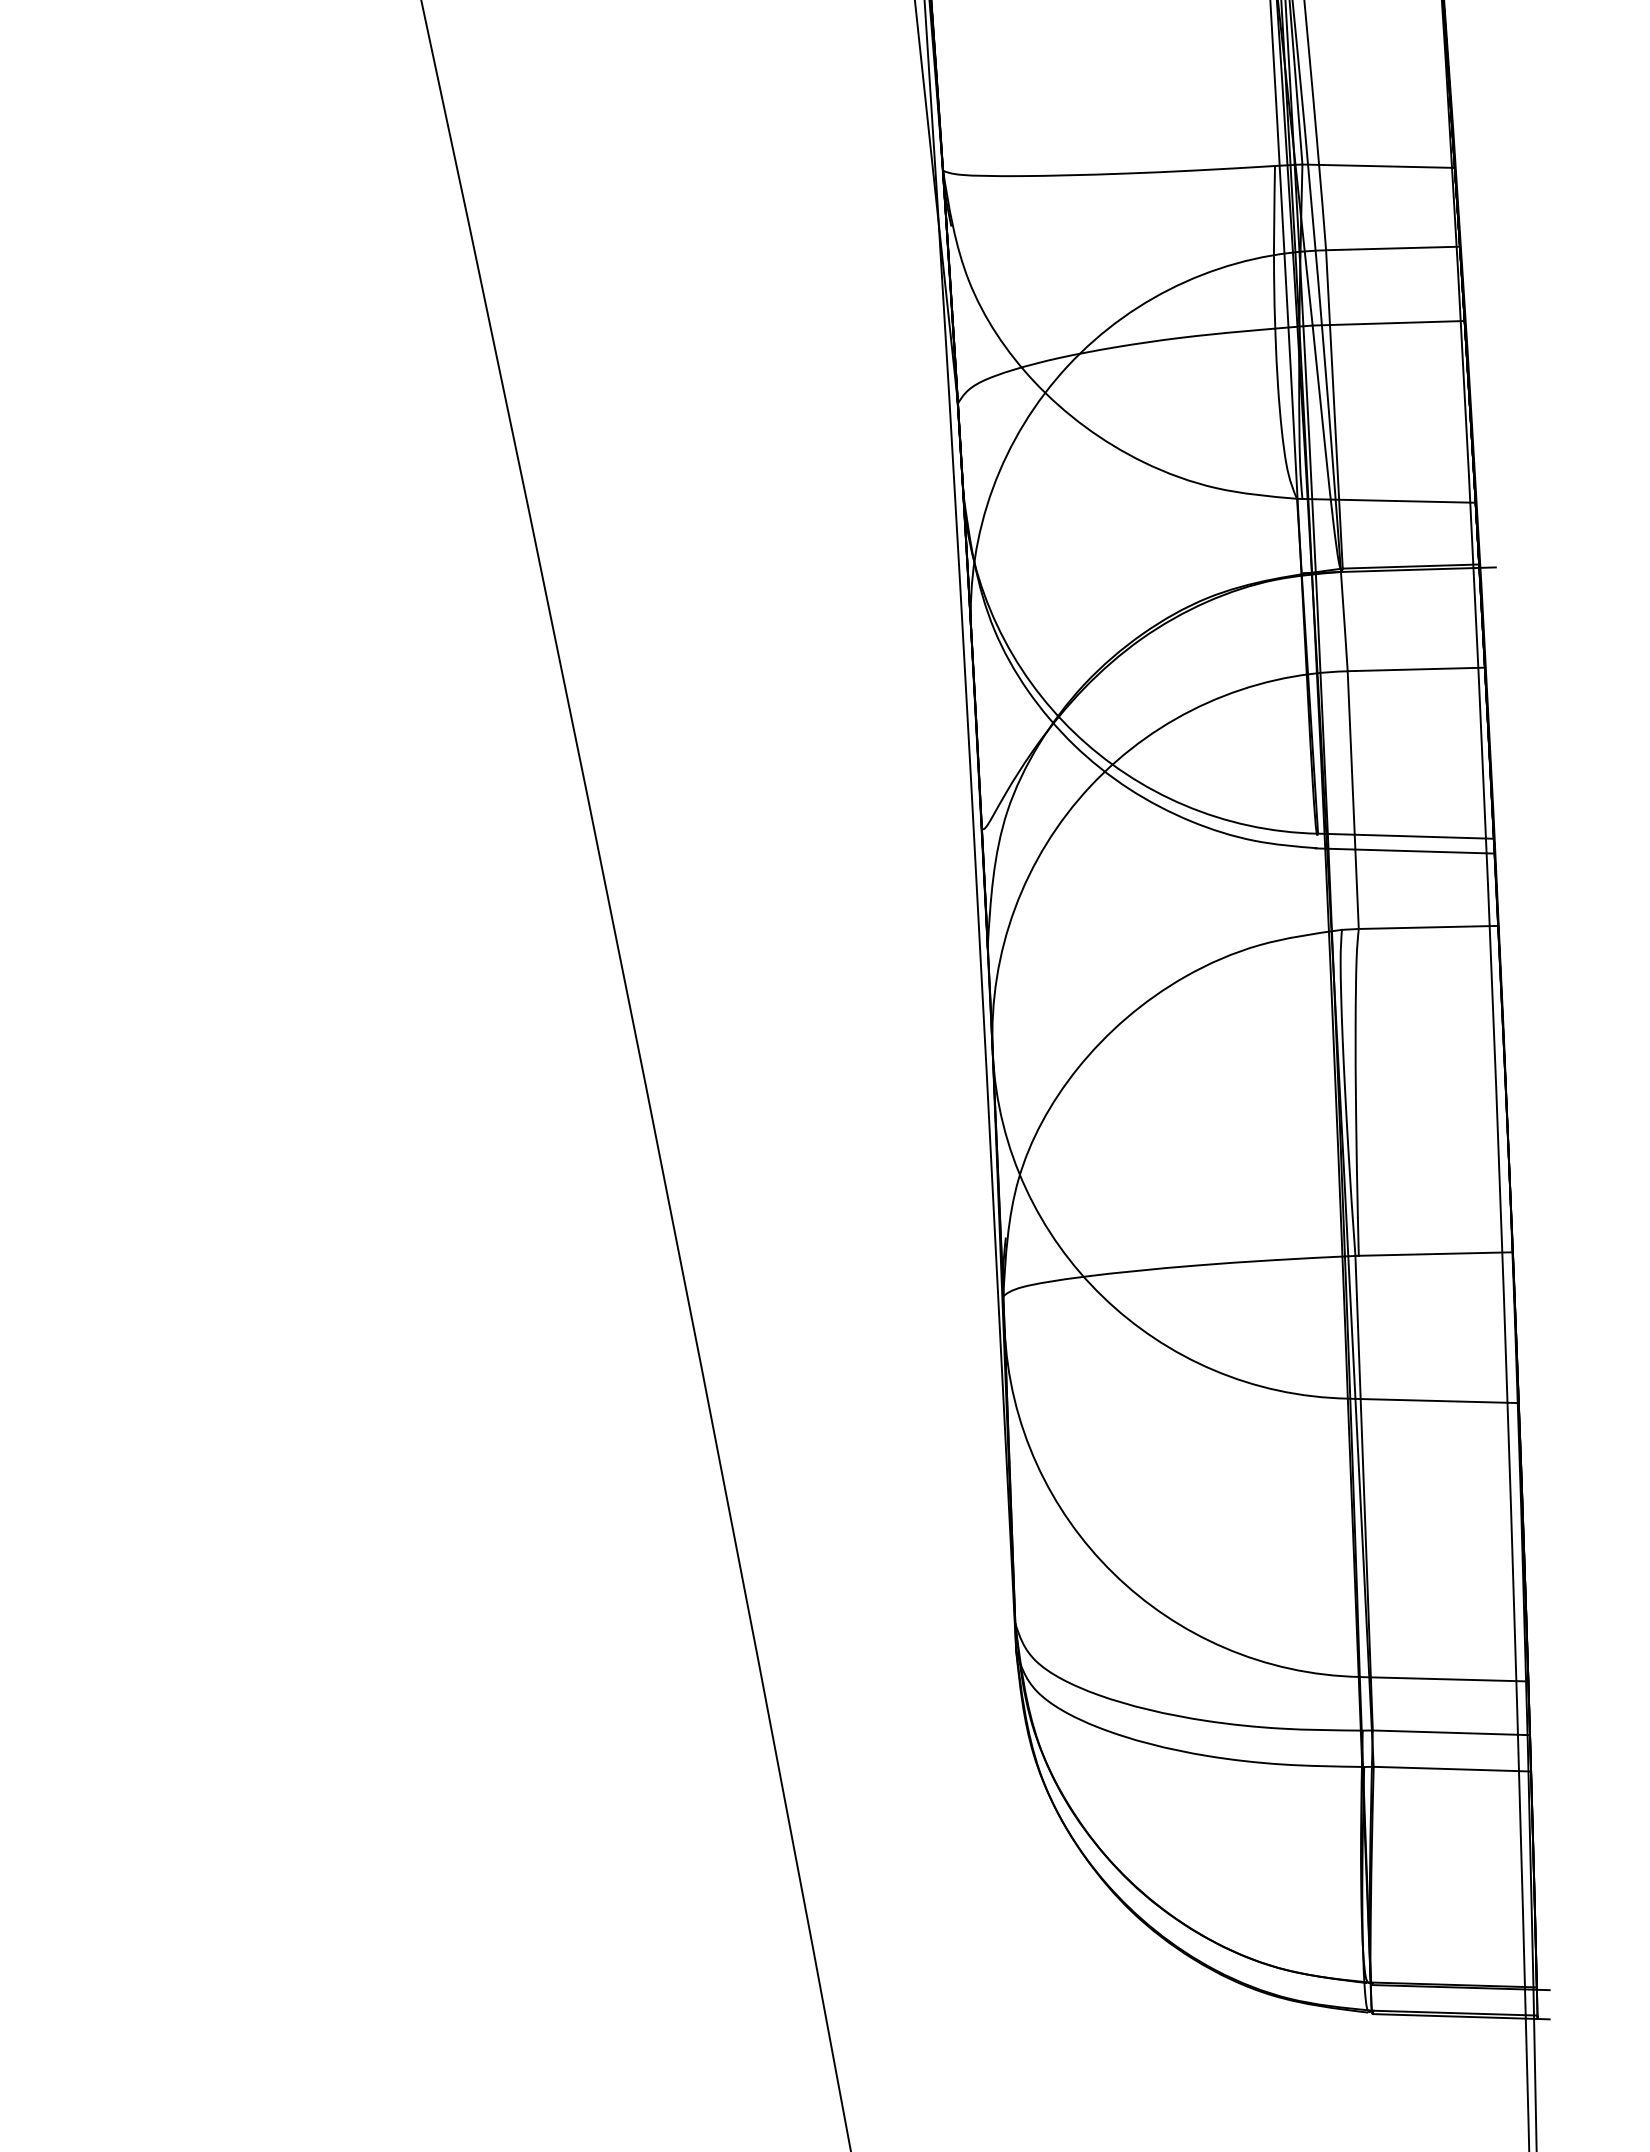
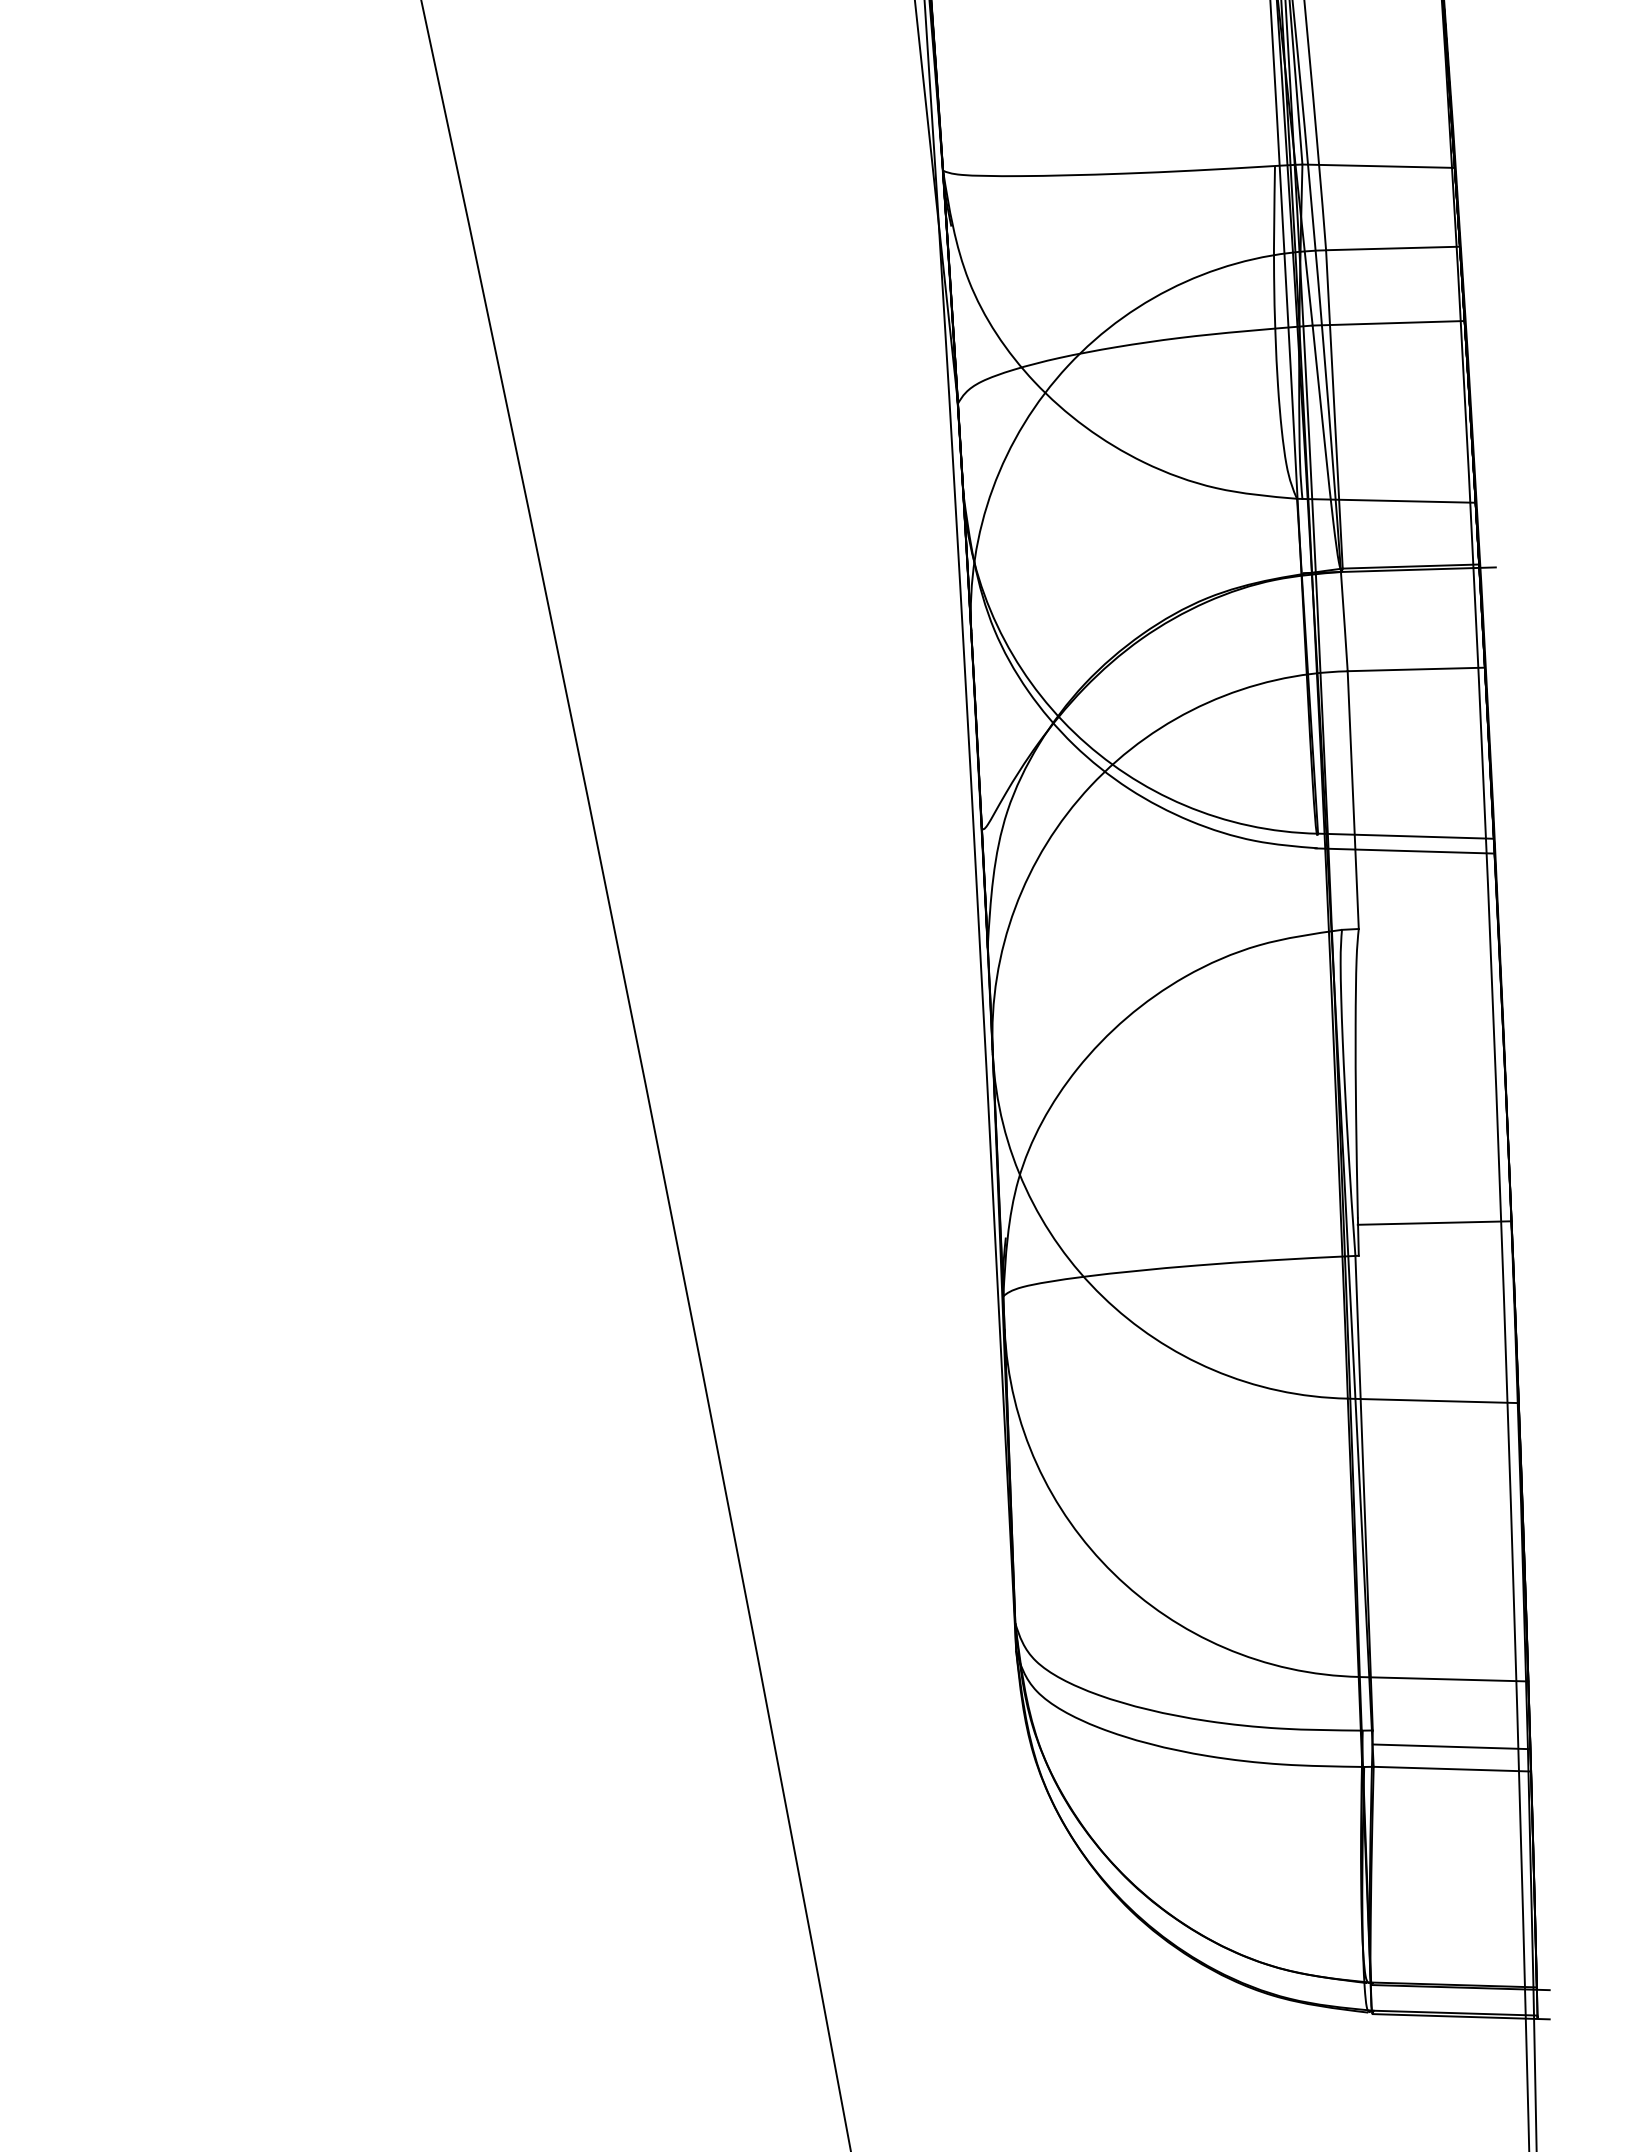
line at (1428, 926): present -> none
line at (1435, 1253) position: (1435, 1253) -> (1434, 1222)
line at (1451, 1732) position: (1451, 1732) -> (1451, 1746)
